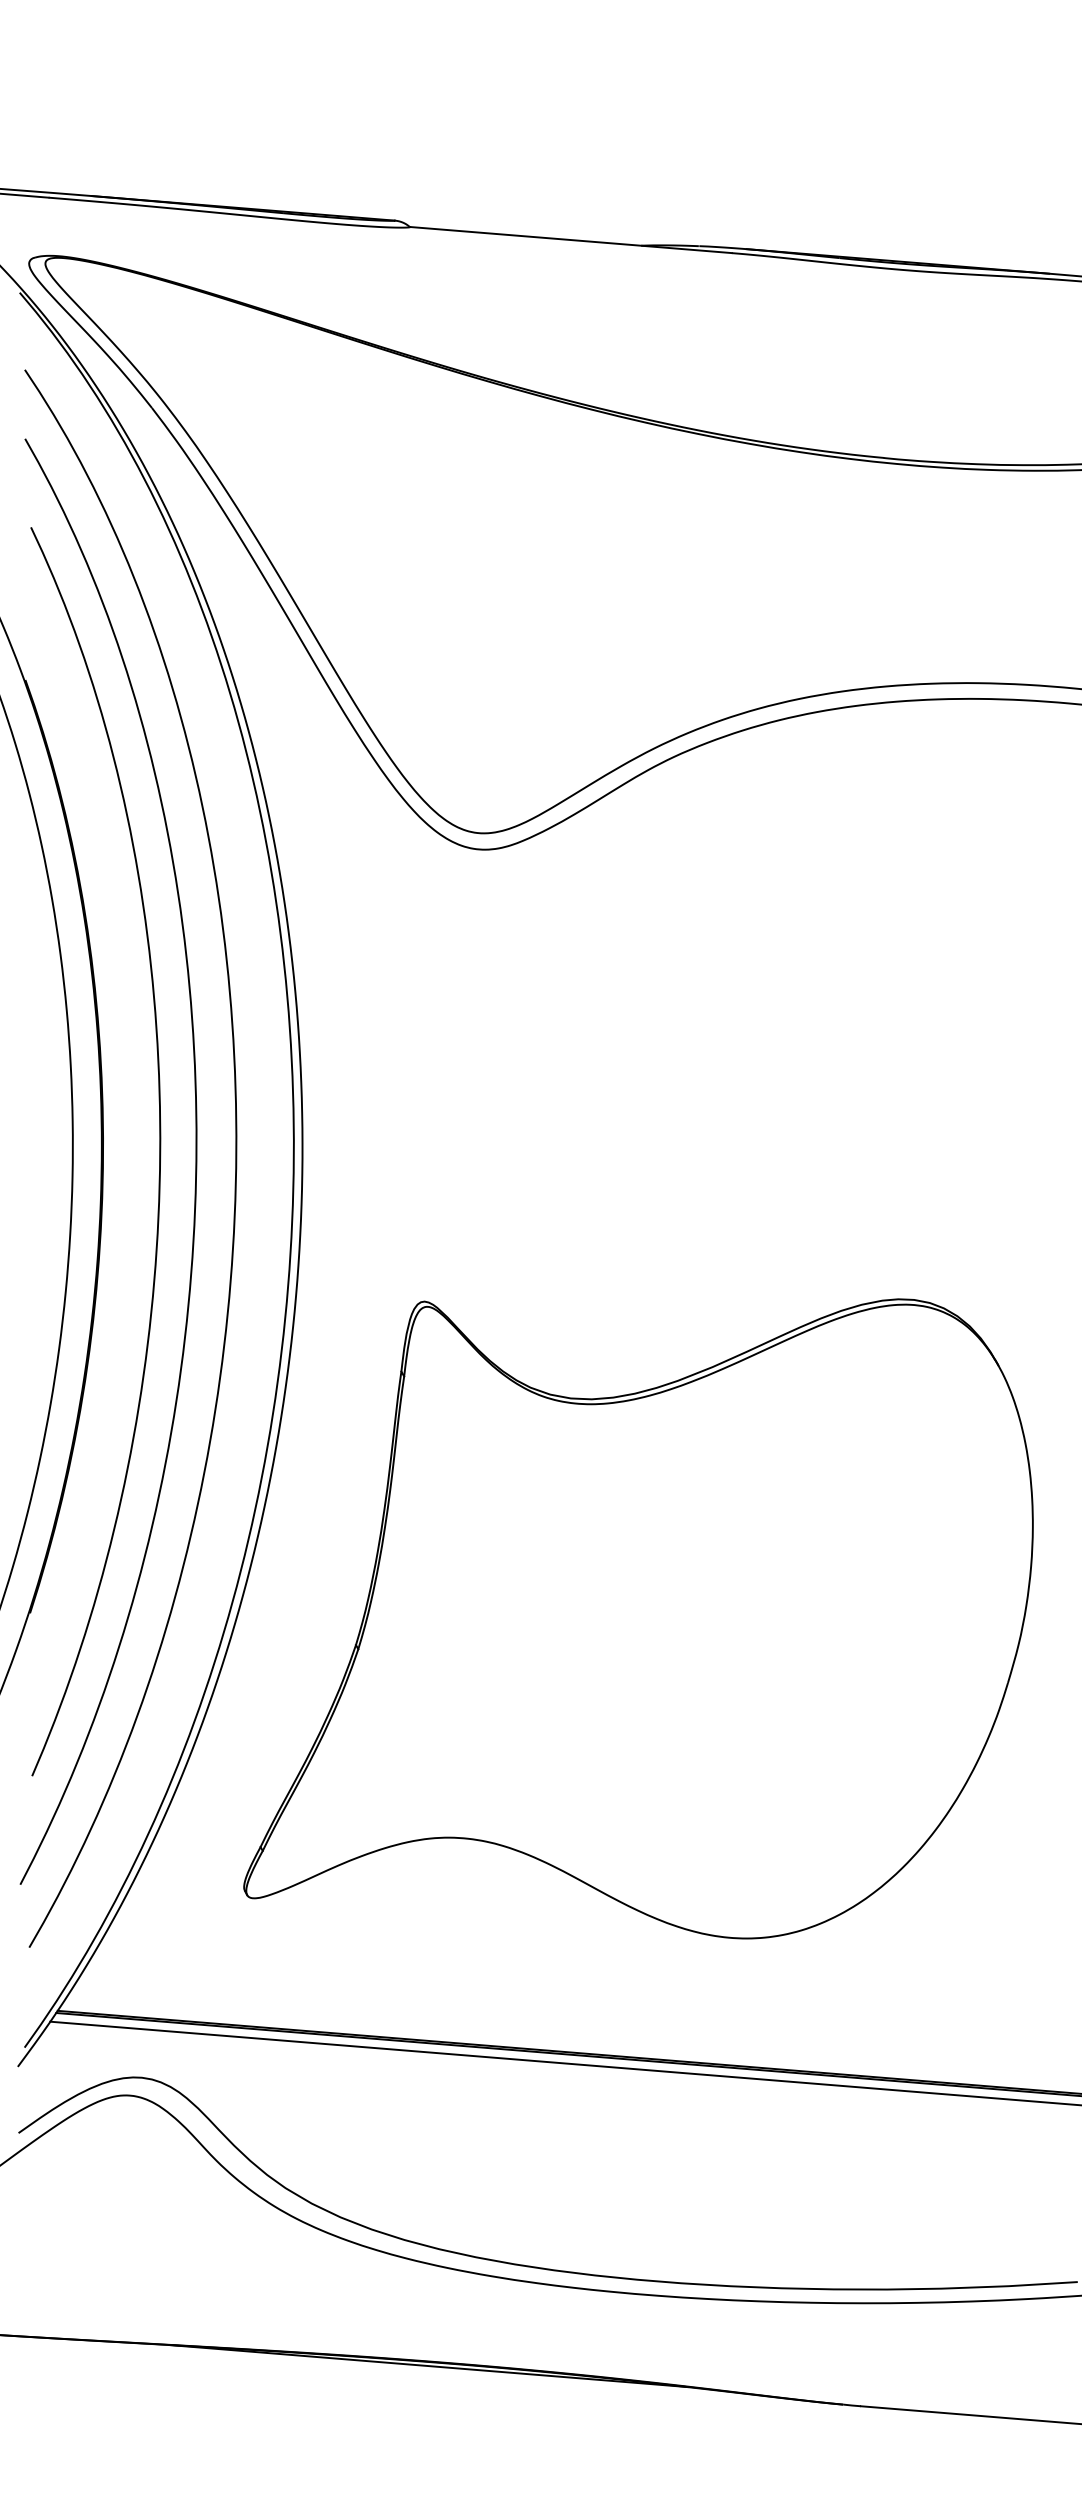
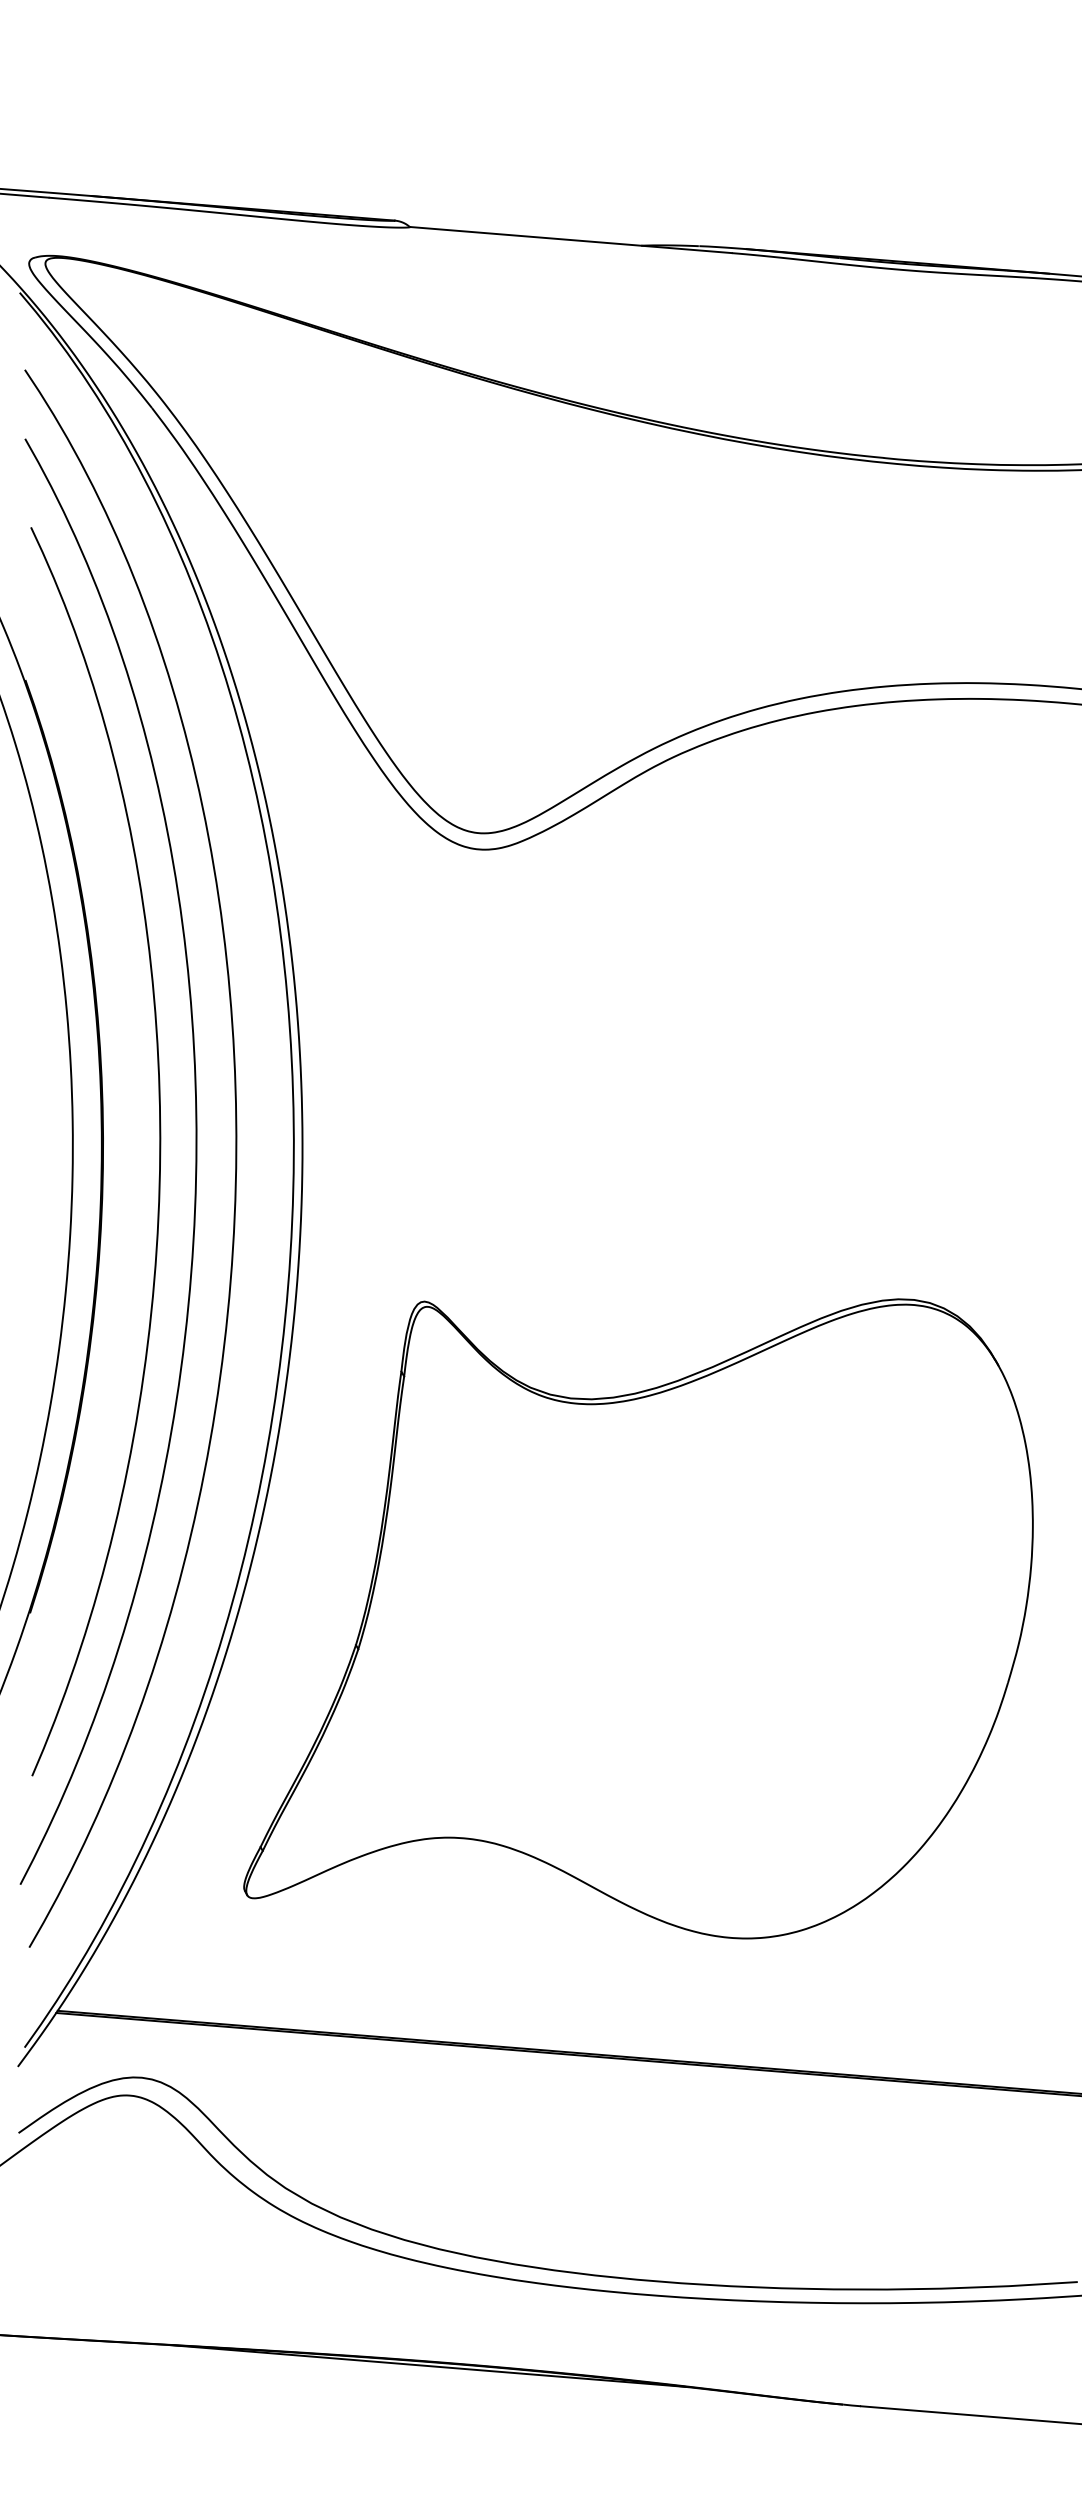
line at (564, 2063): present -> none
